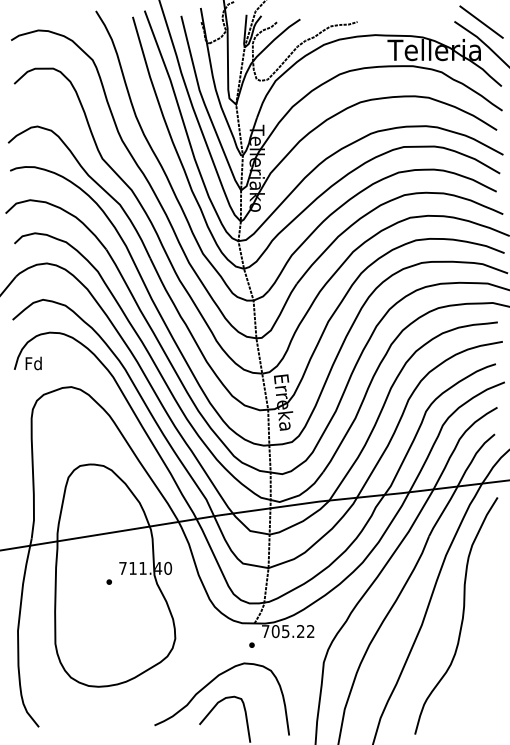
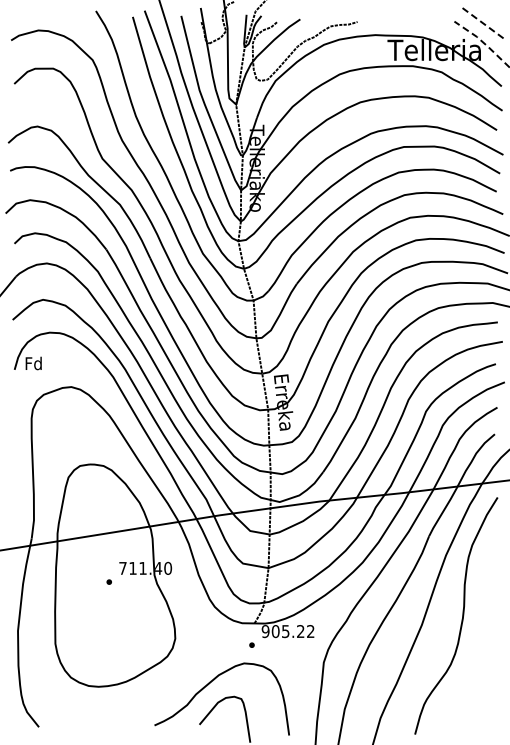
line at (481, 21): solid -> dashed
line at (483, 42): solid -> dashed
text at (265, 631): 705.22 -> 905.22
